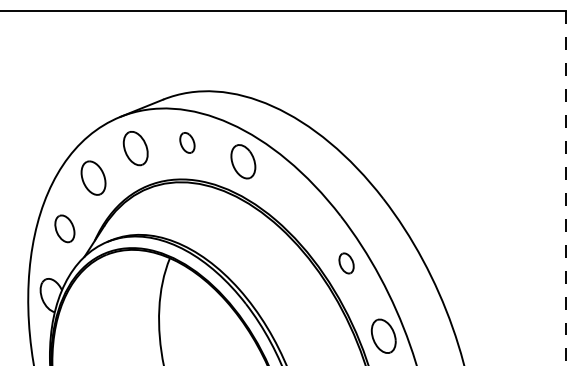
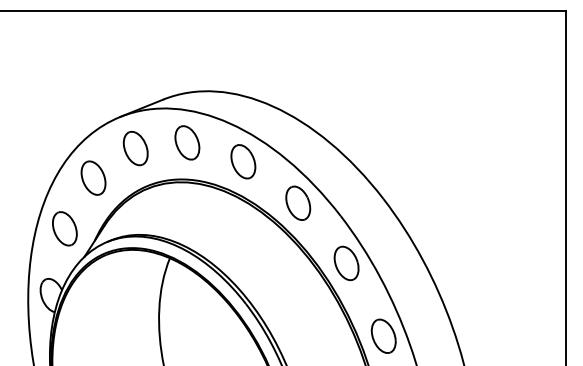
part at (187, 142) size: 17x22 px -> 27x36 px
line at (565, 188): dashed -> solid
part at (298, 202): none -> present
part at (64, 228) size: 22x30 px -> 26x36 px
part at (346, 263) size: 17x23 px -> 27x37 px
